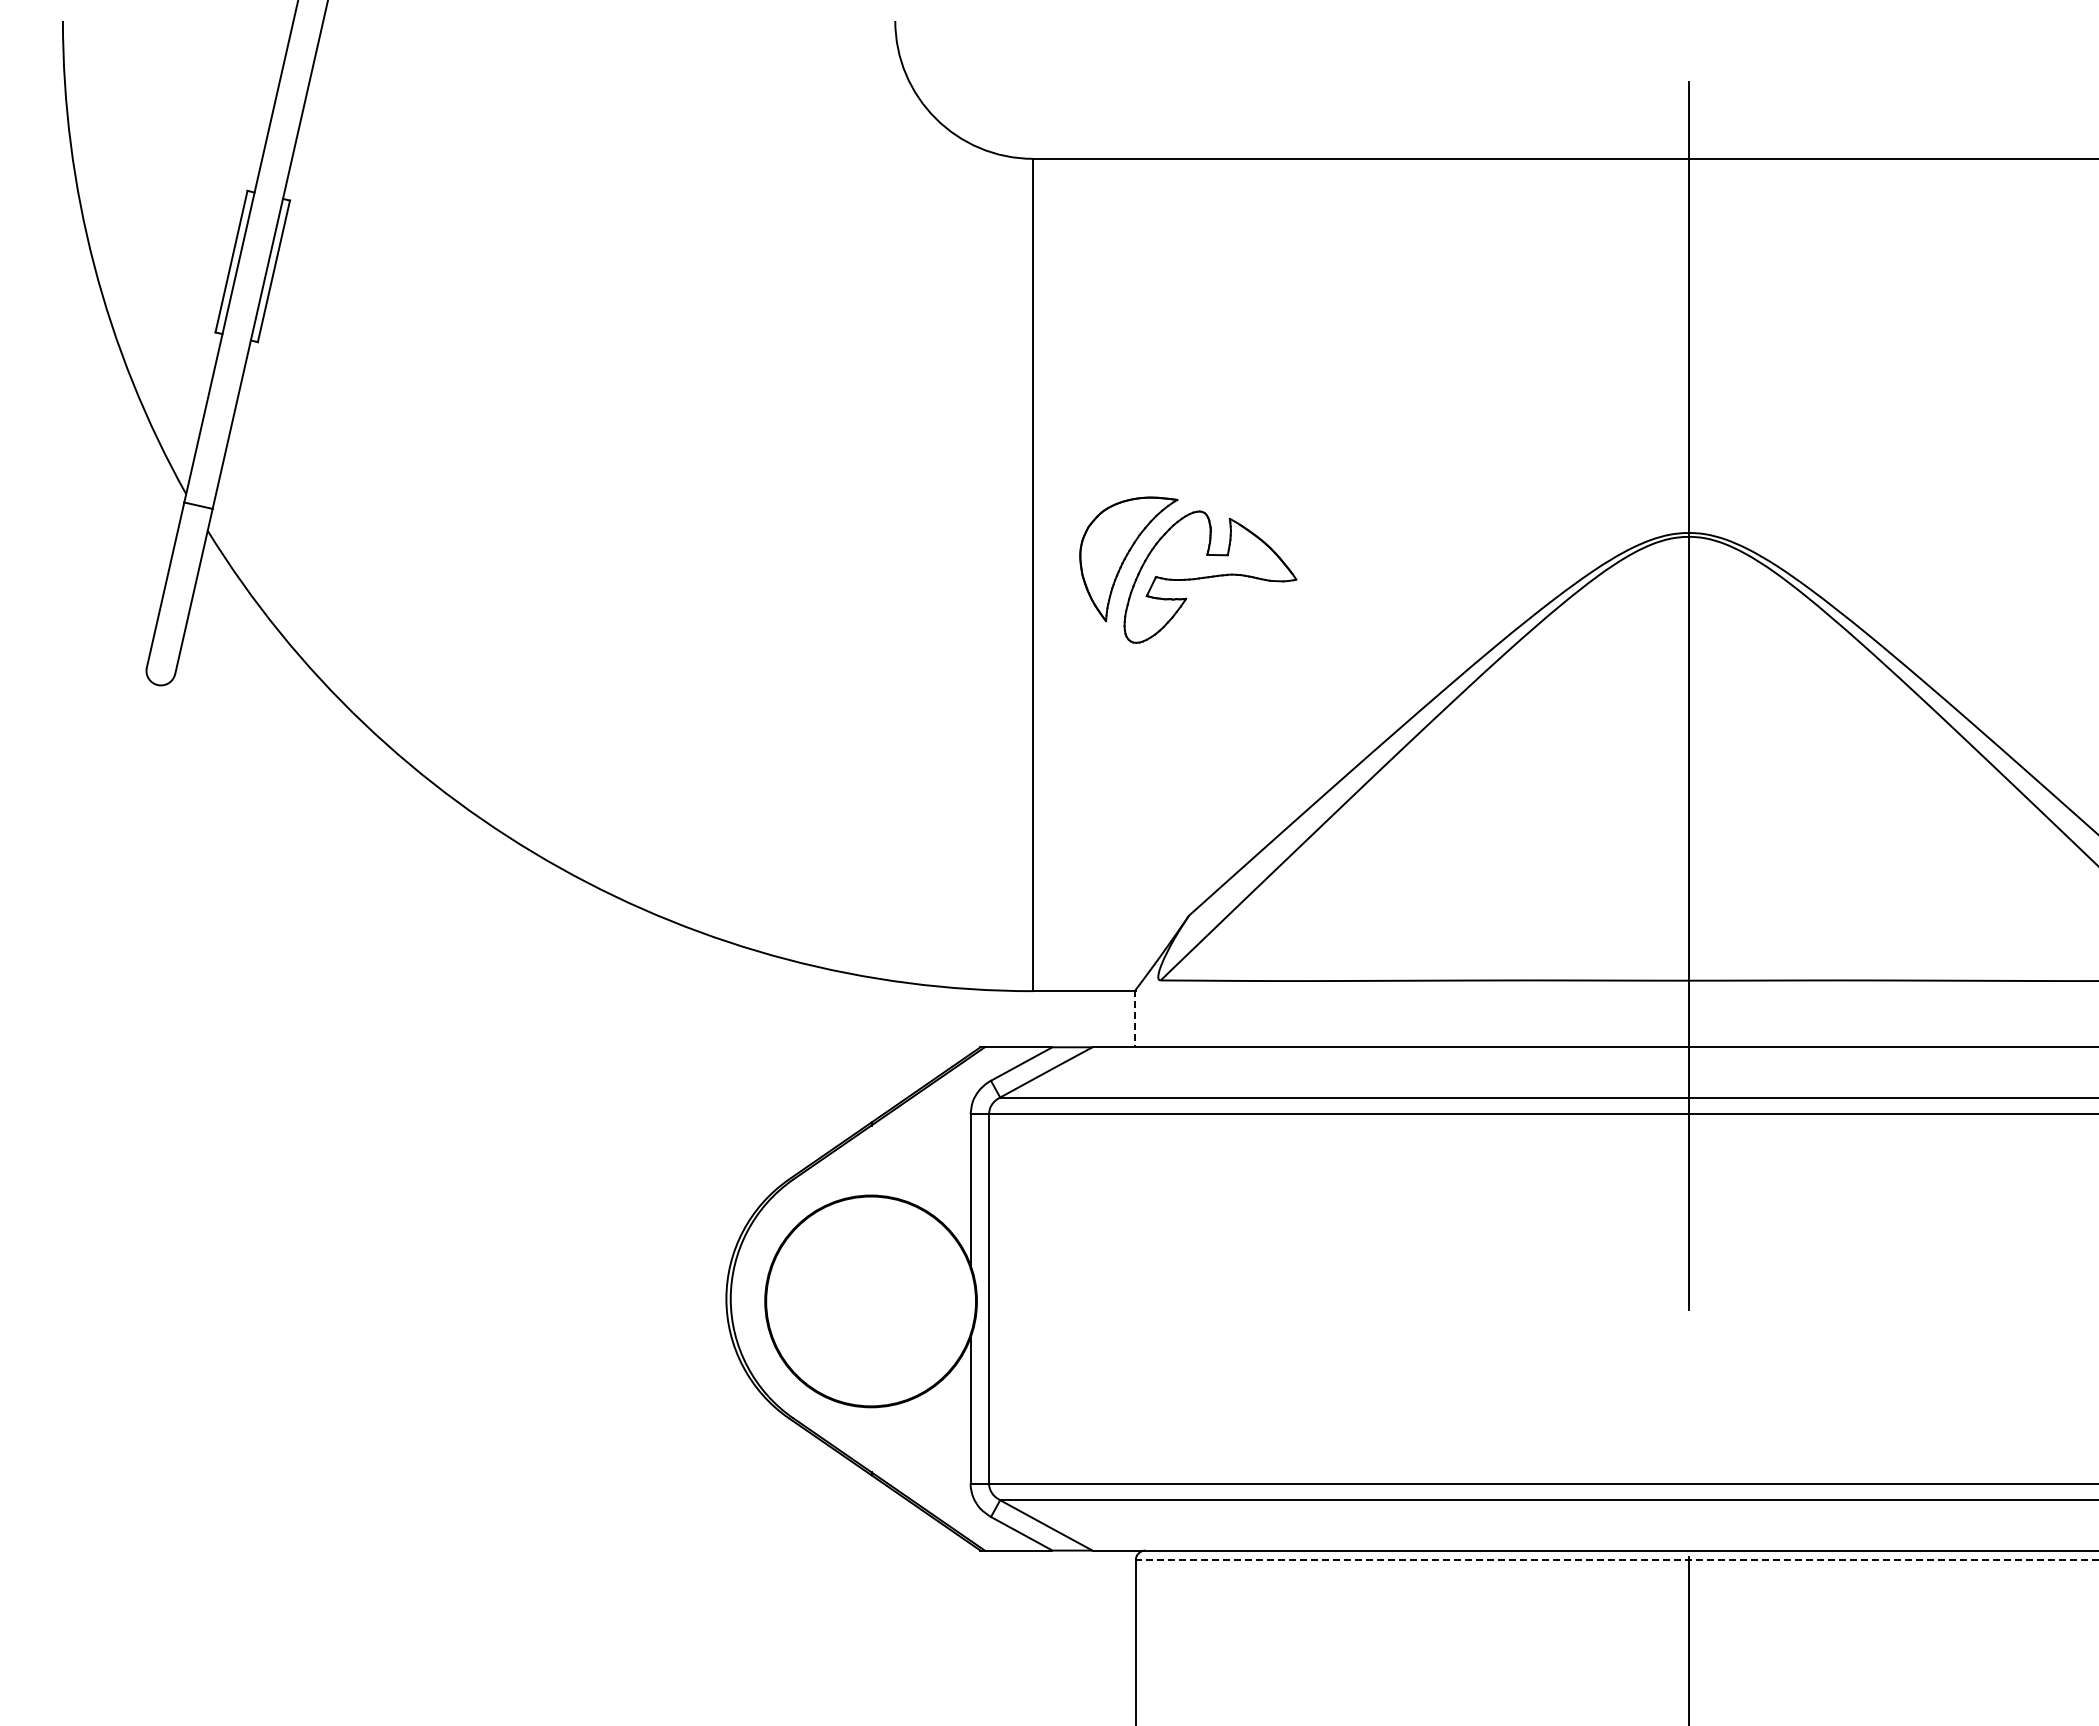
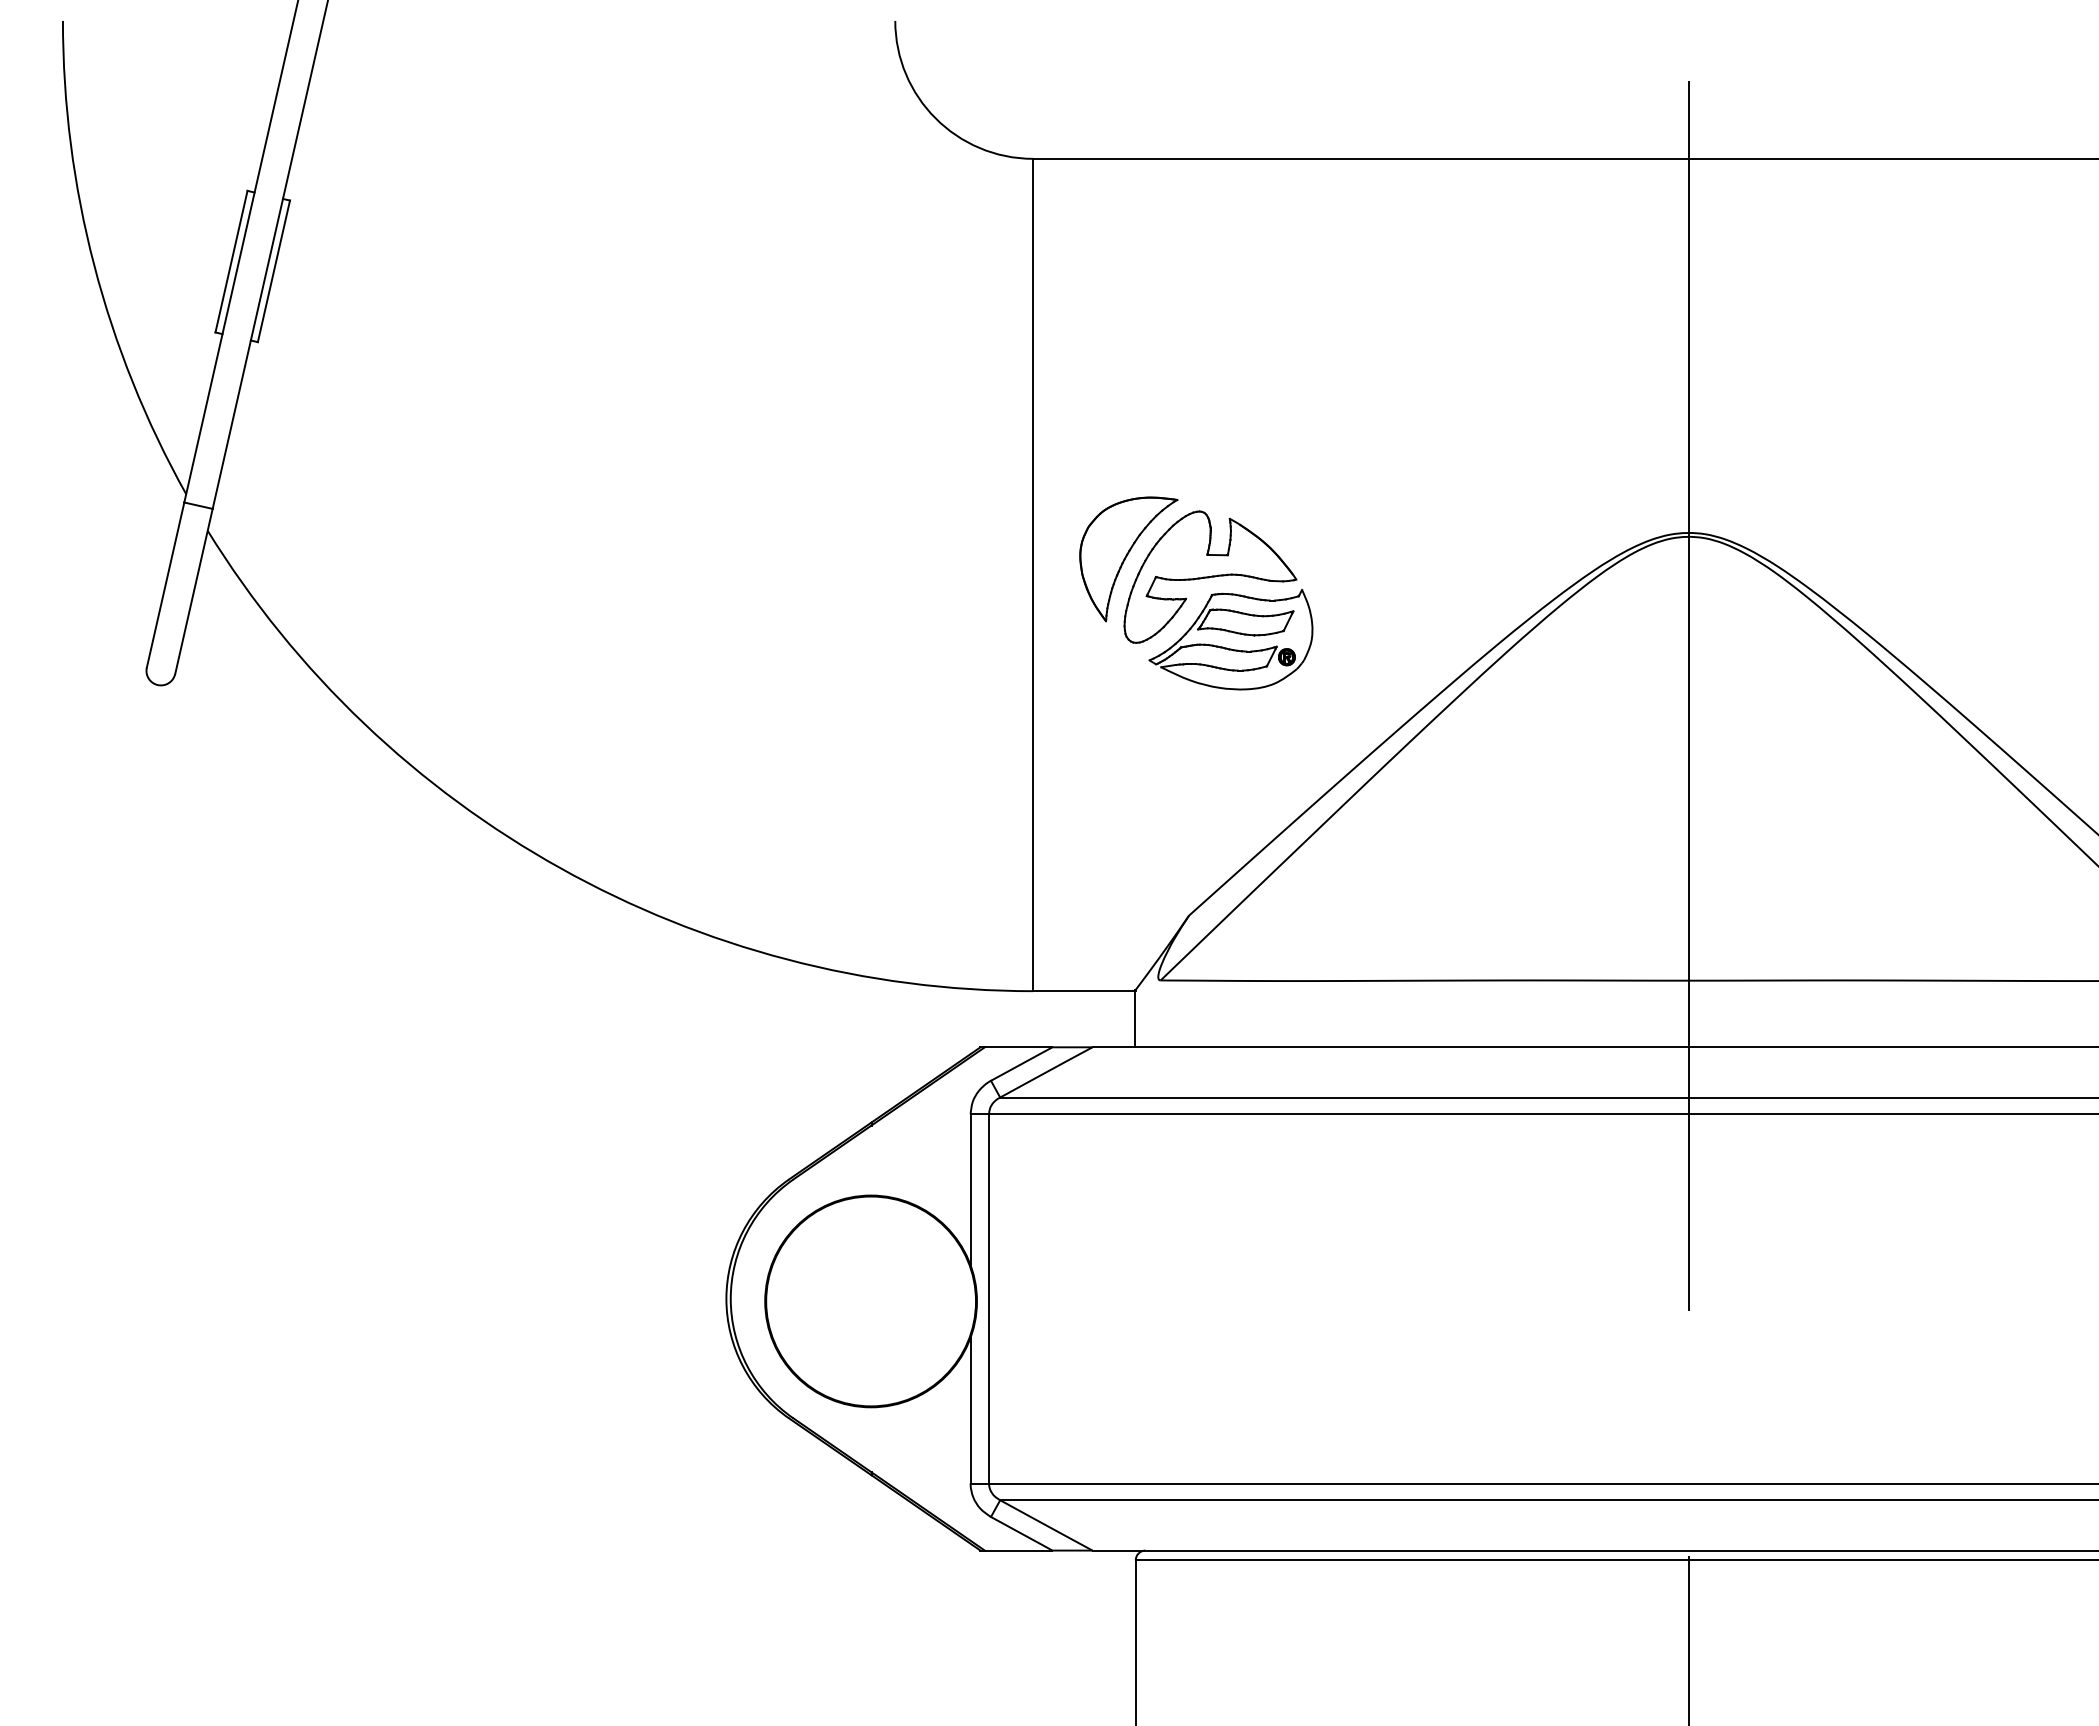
part at (1230, 639): none -> present
line at (1134, 1018): dashed -> solid
line at (1616, 1560): dashed -> solid
